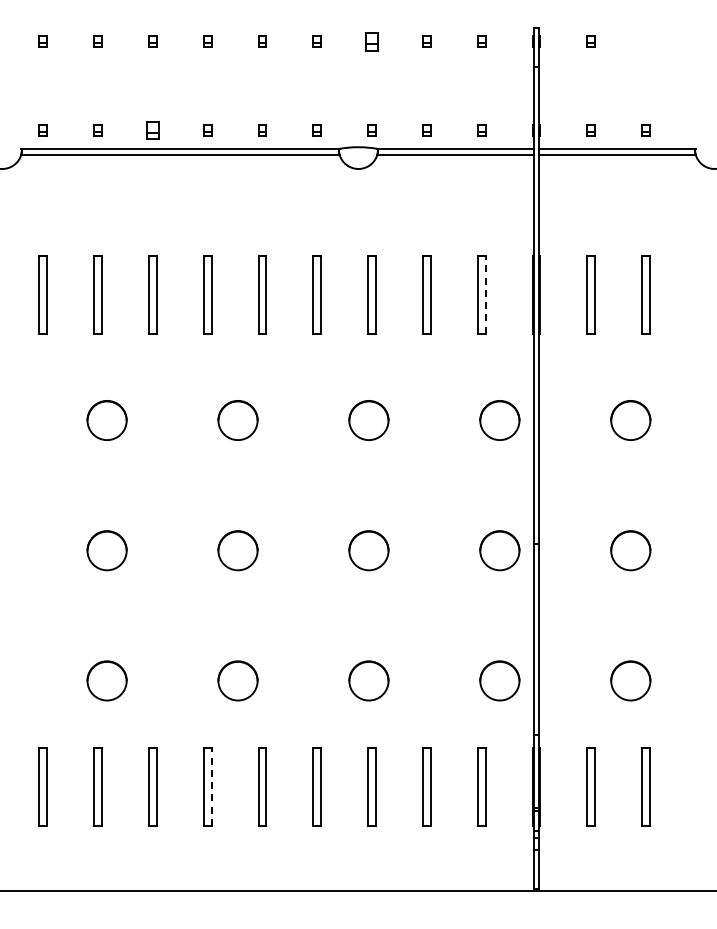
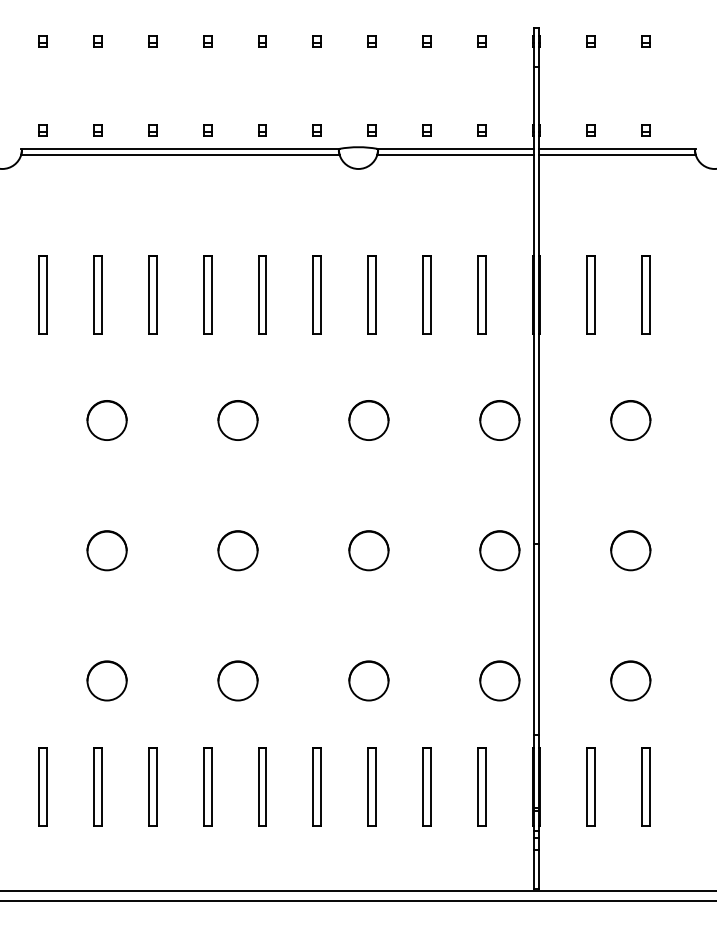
part at (371, 41) size: 14x20 px -> 10x13 px
part at (645, 41): none -> present
part at (152, 130) size: 14x19 px -> 10x13 px
line at (485, 294): dashed -> solid
line at (211, 786): dashed -> solid
line at (357, 901): none -> present
